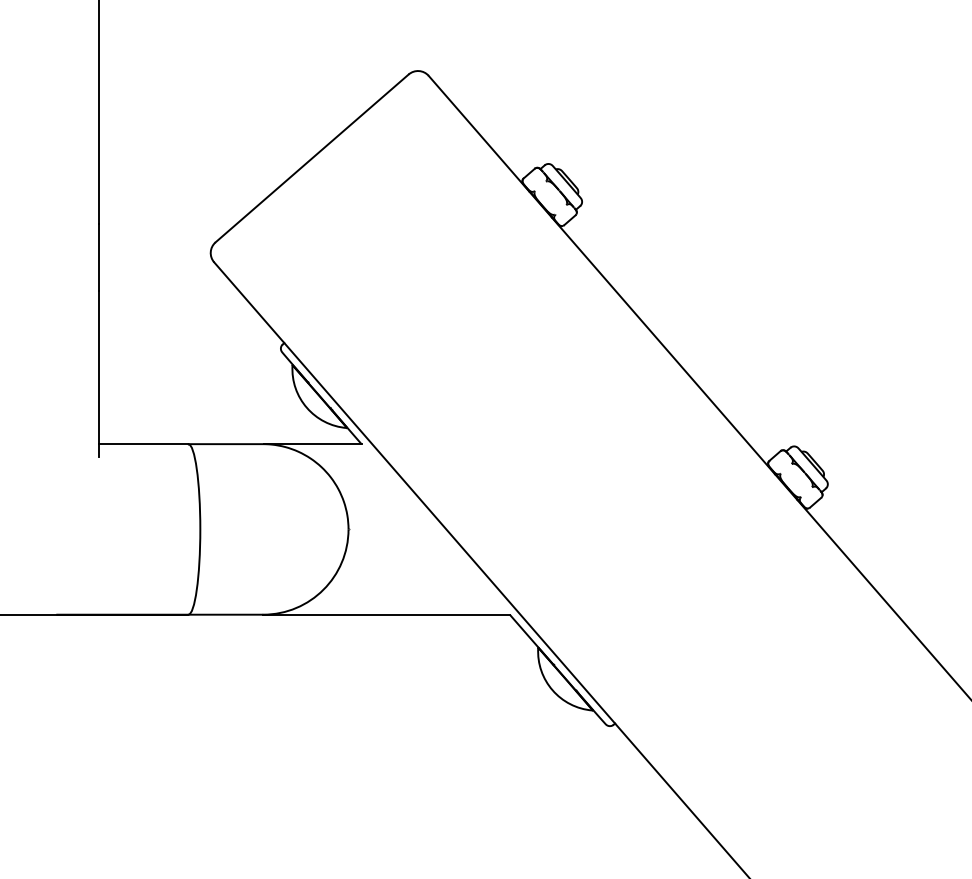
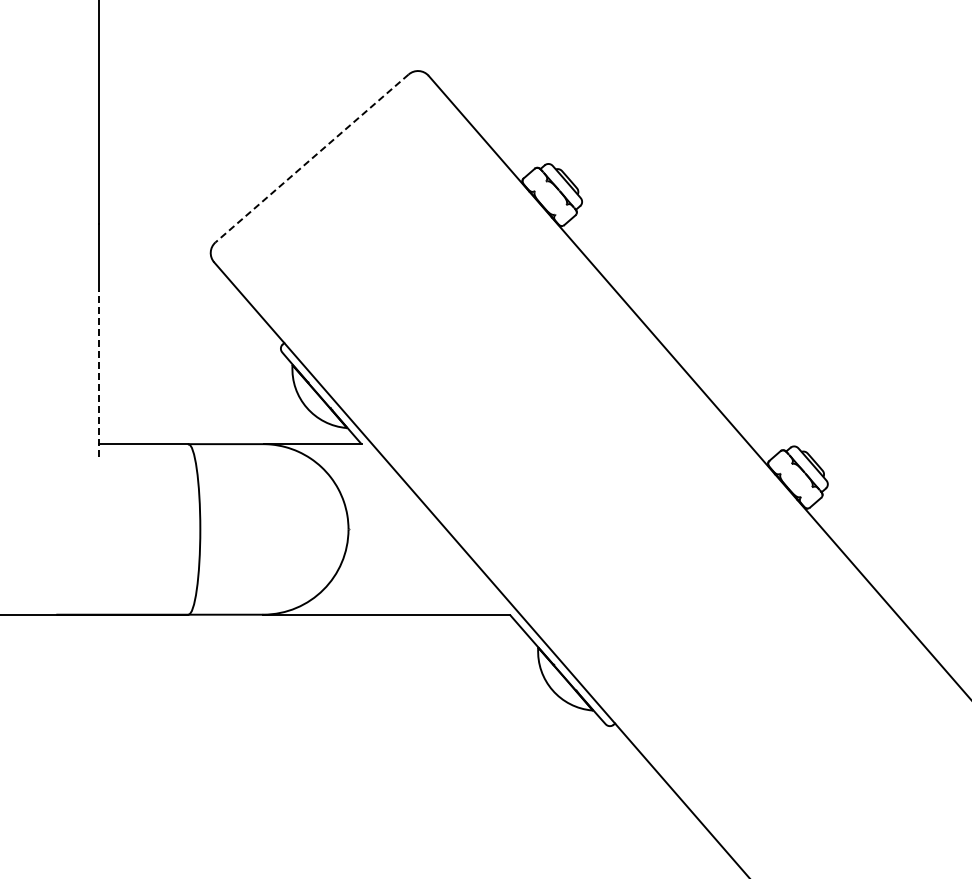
line at (312, 158): solid -> dashed
line at (98, 373): solid -> dashed
